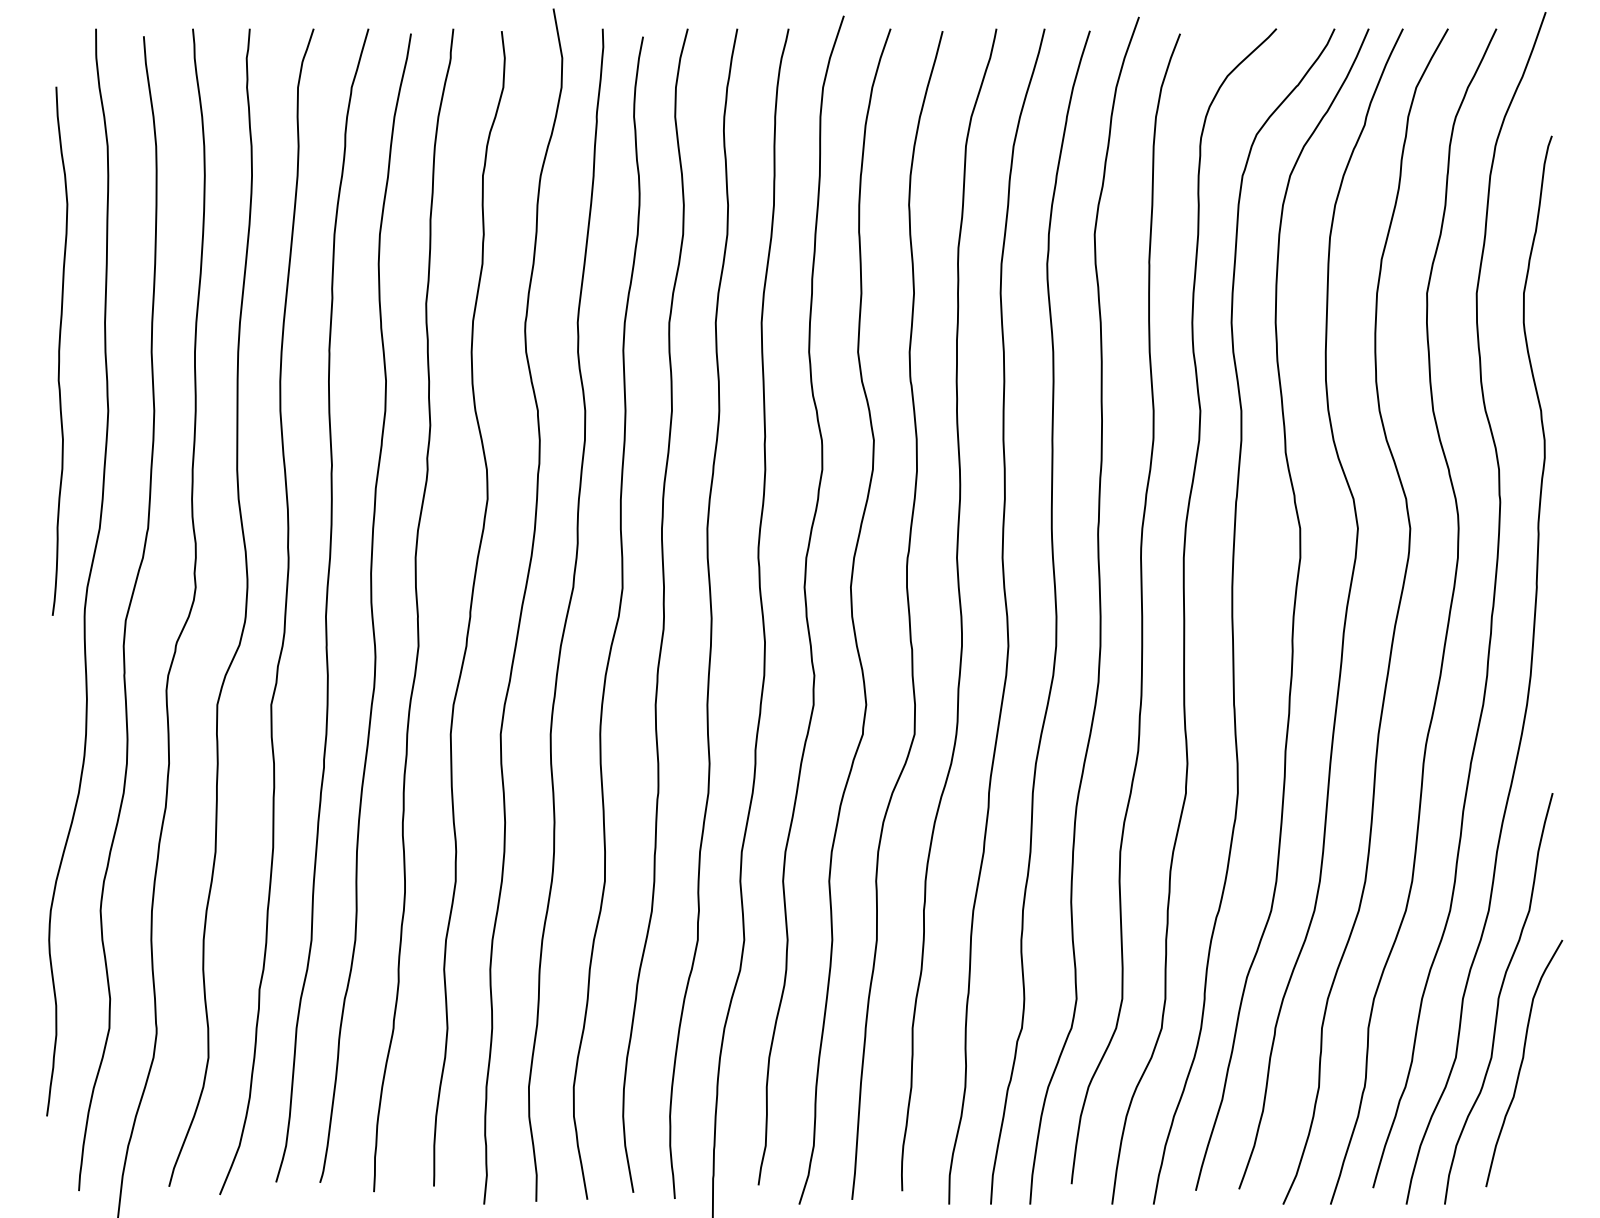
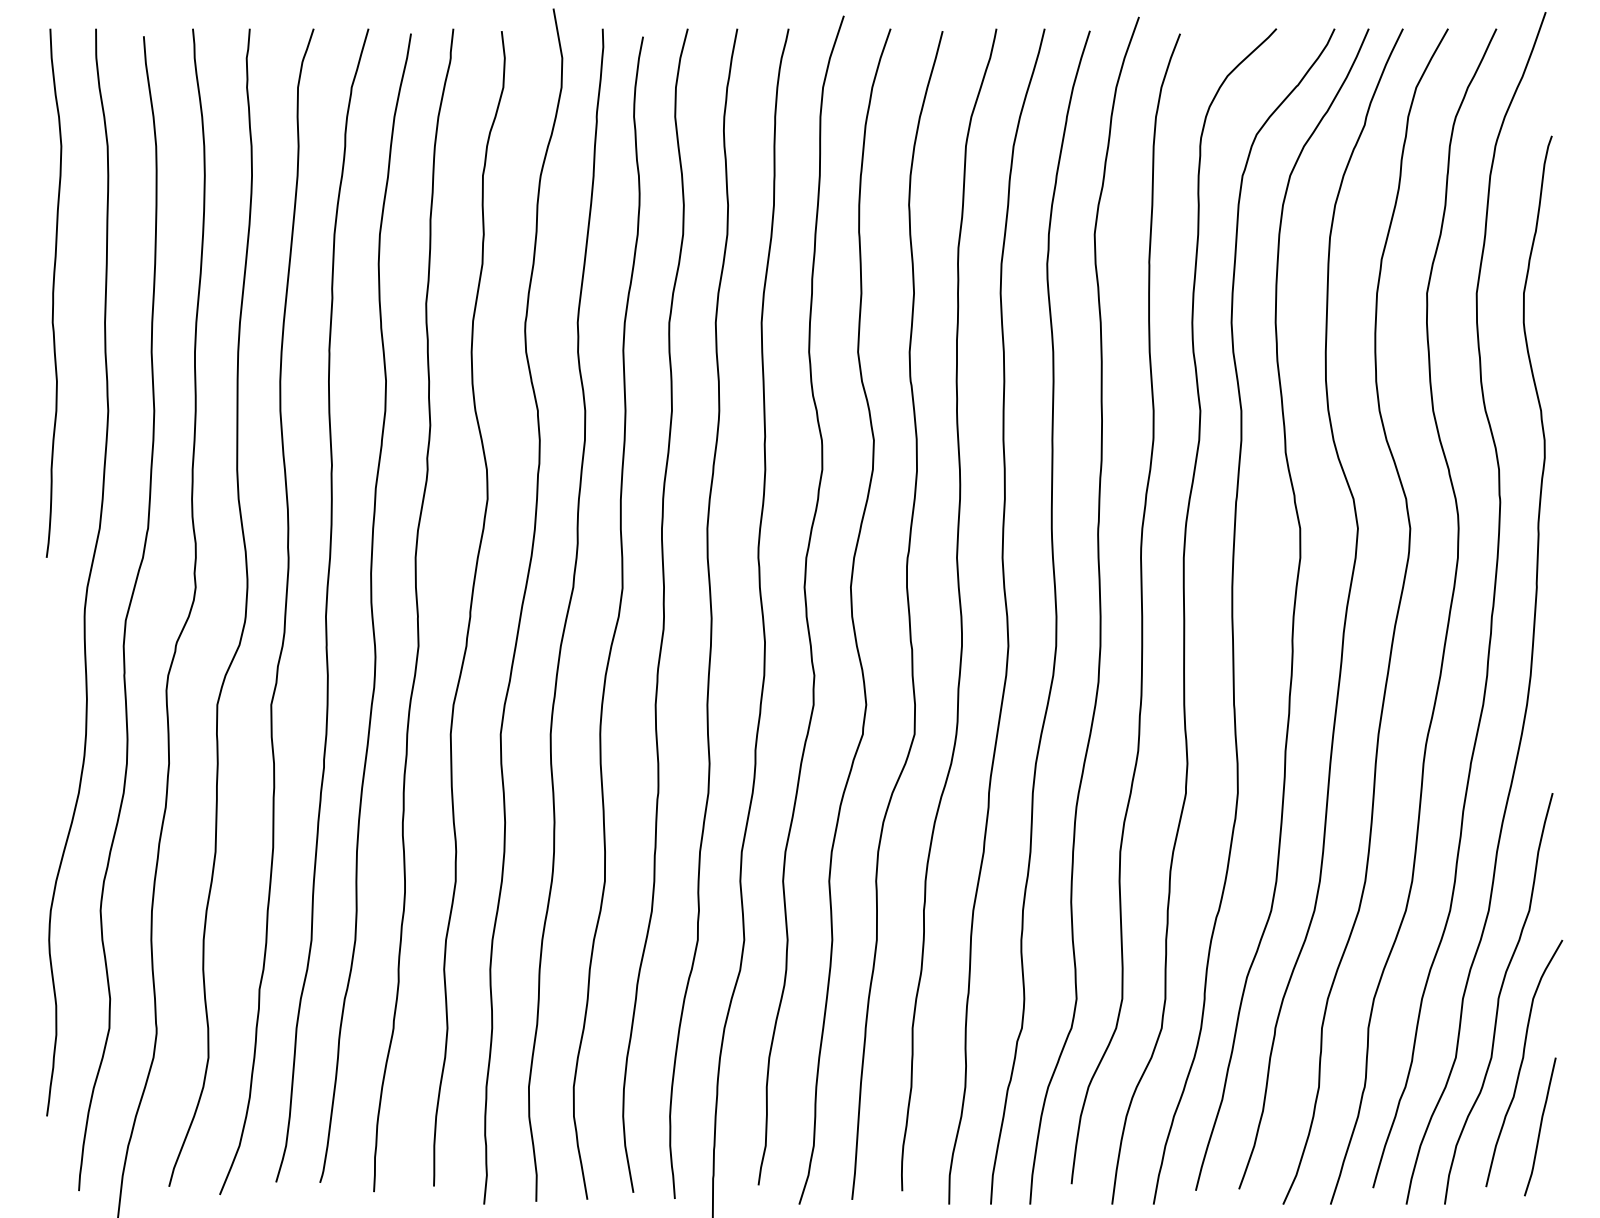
curve at (59, 350) position: (59, 350) -> (53, 292)
curve at (1540, 1126): none -> present
